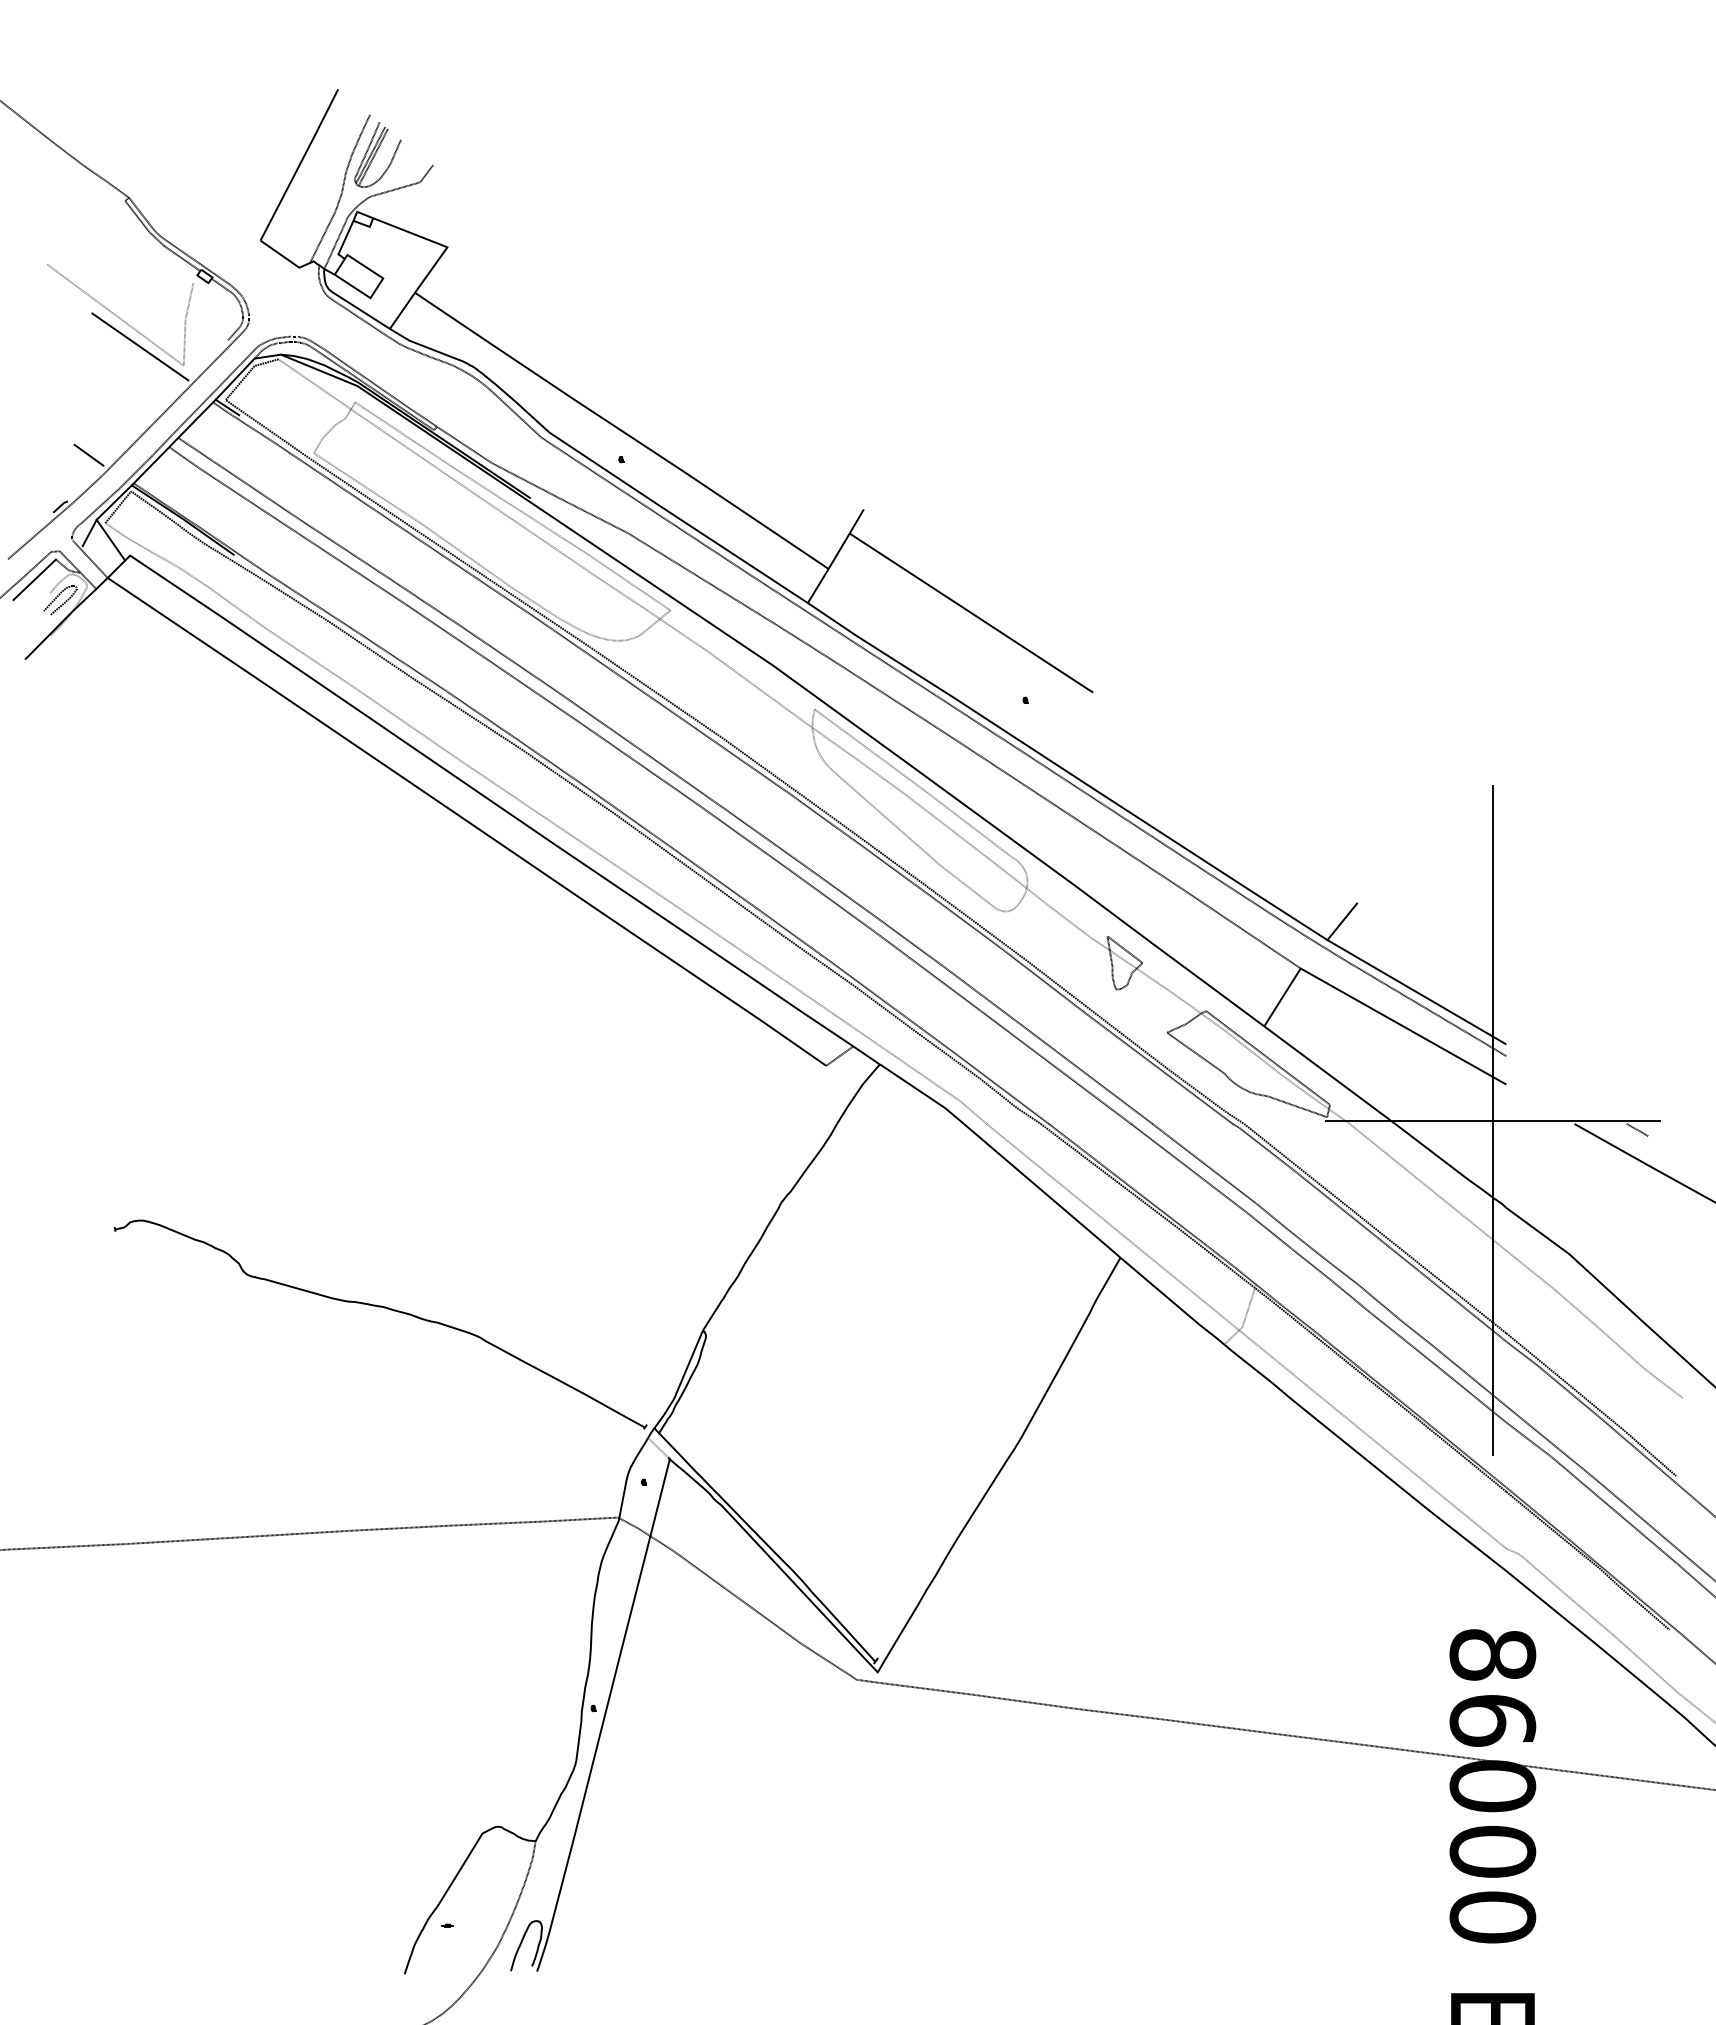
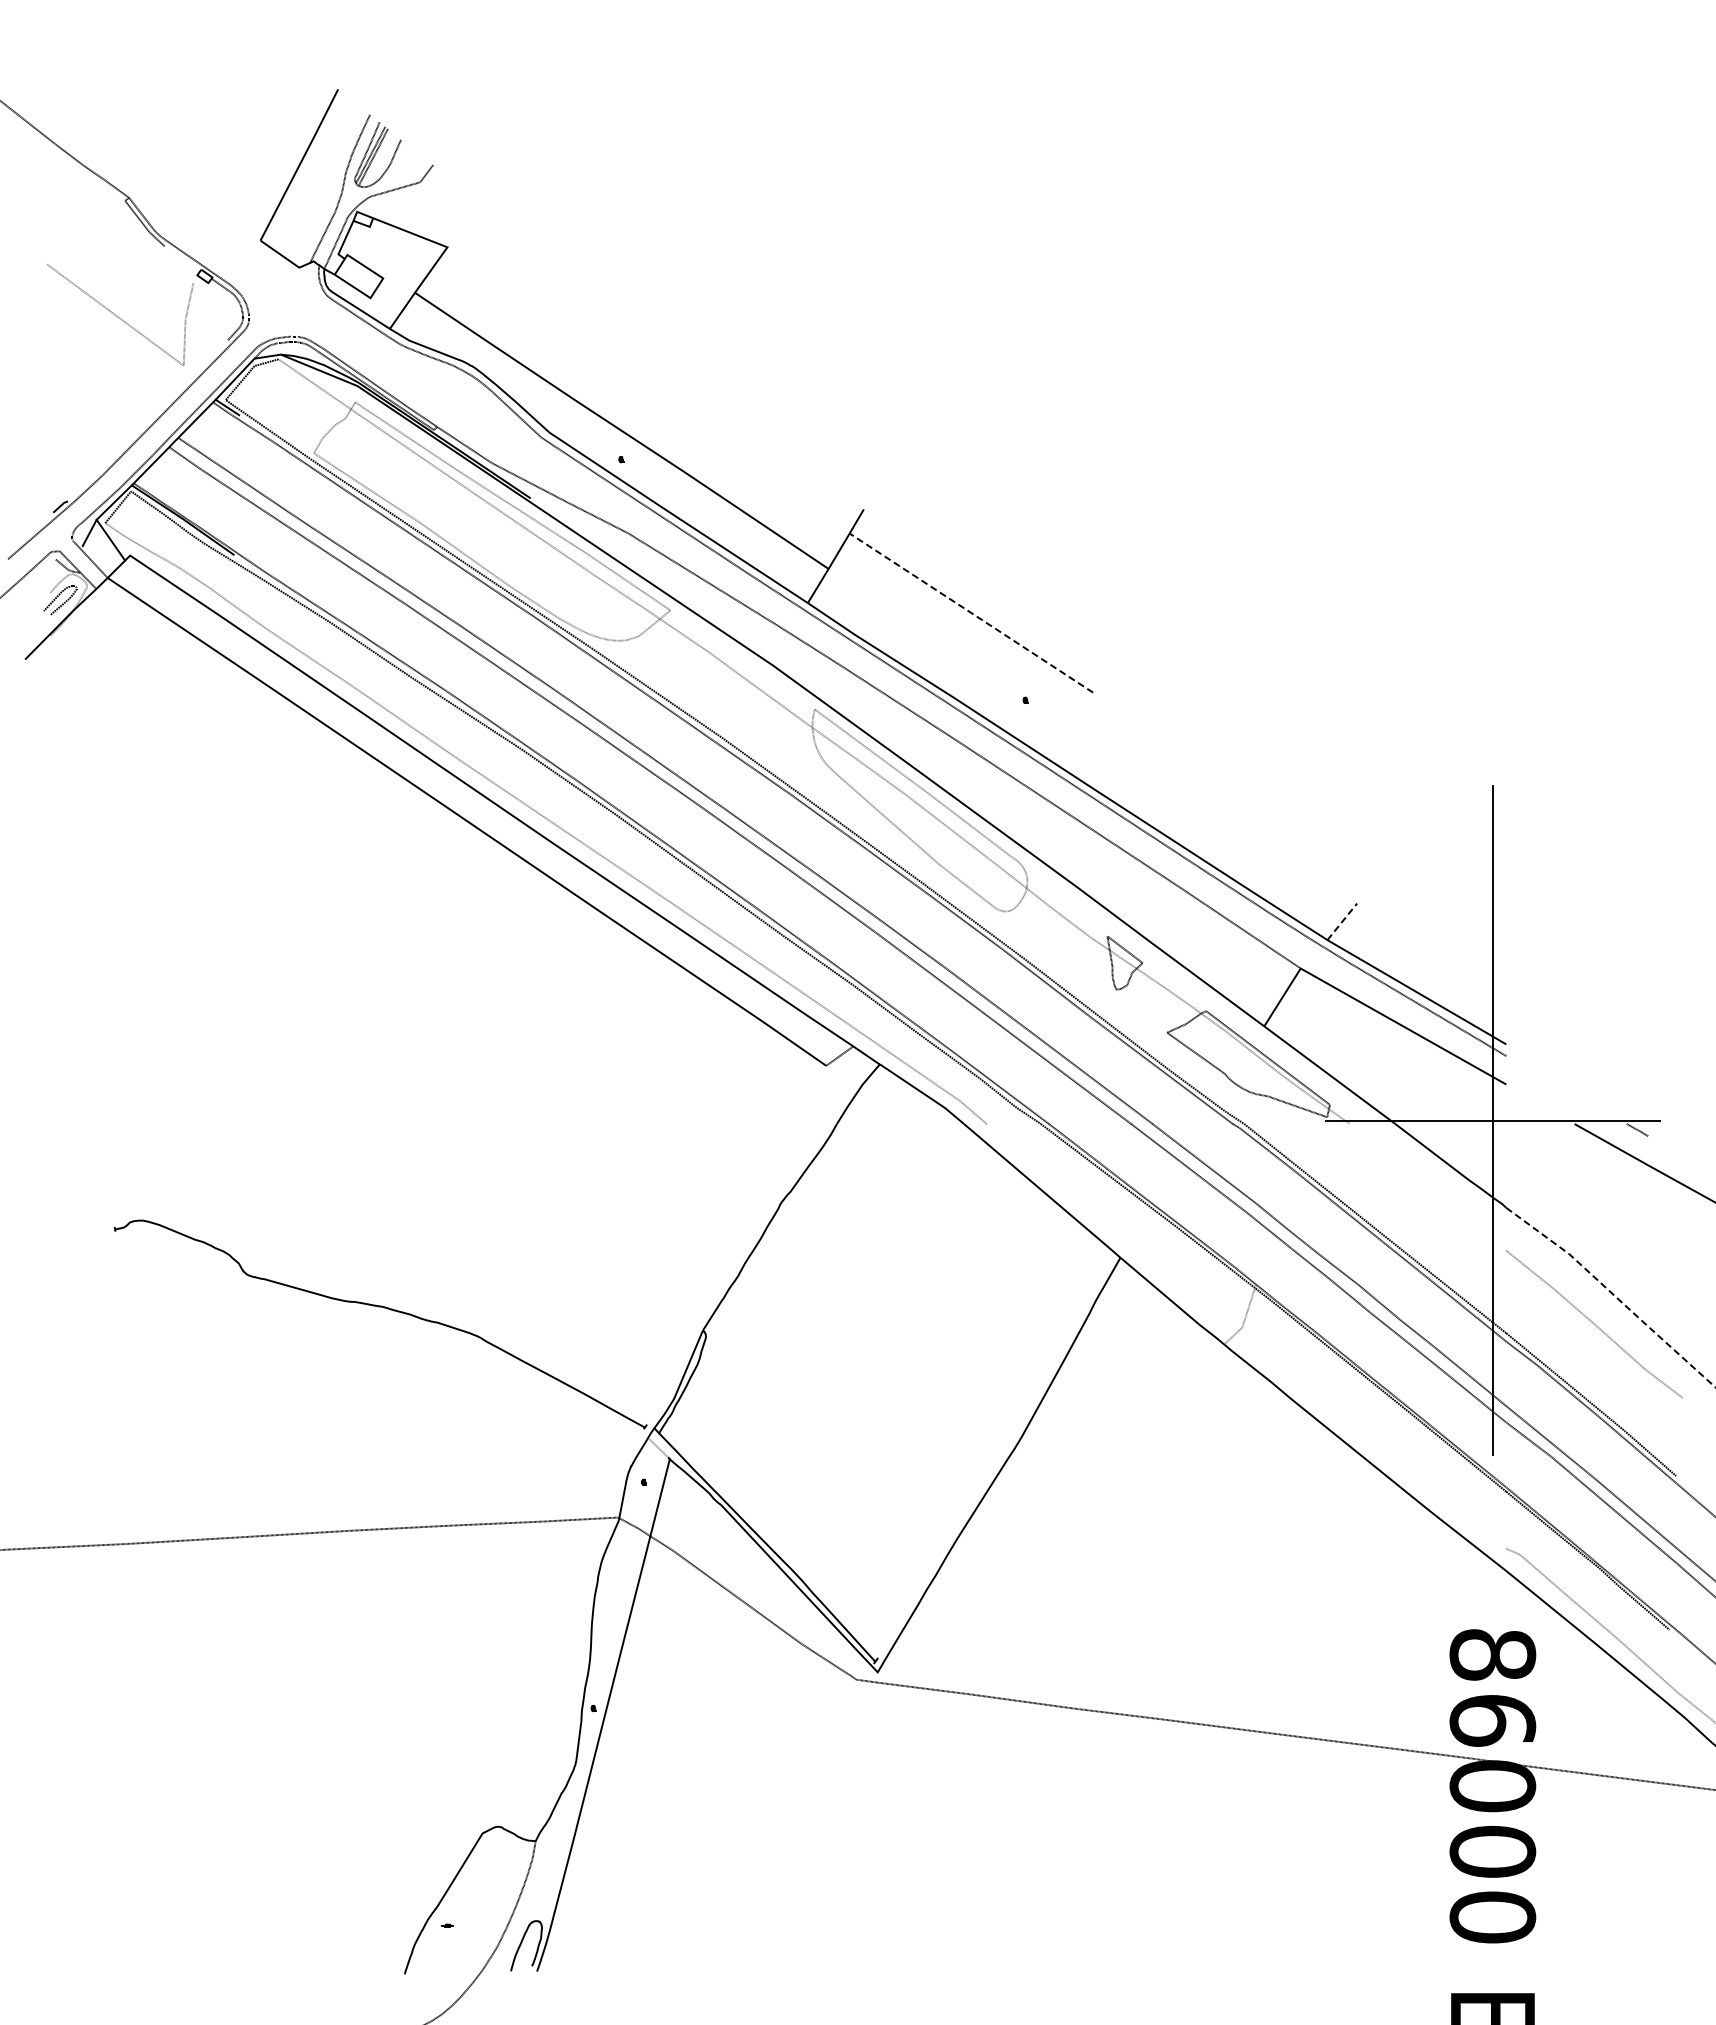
line at (182, 258): present -> none
line at (140, 346): present -> none
line at (88, 454): present -> none
line at (34, 579): present -> none
line at (971, 612): solid -> dashed
line at (1342, 921): solid -> dashed
line at (1427, 1187): present -> none
line at (1614, 1295): solid -> dashed
line at (1246, 1336): present -> none
